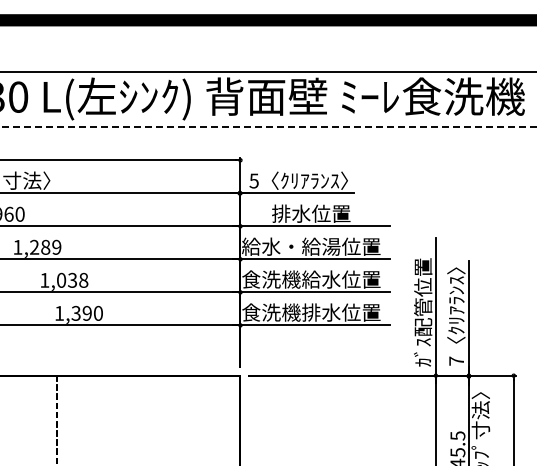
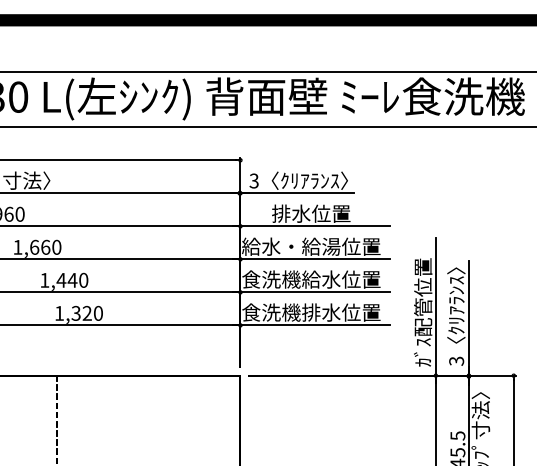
line at (268, 127): dashed -> solid
text at (254, 180): 5 -> 3
text at (45, 246): 1,289 -> 1,660
text at (72, 279): 1,038 -> 1,440
text at (86, 313): 1,390 -> 1,320
text at (456, 360): 7 -> 3
